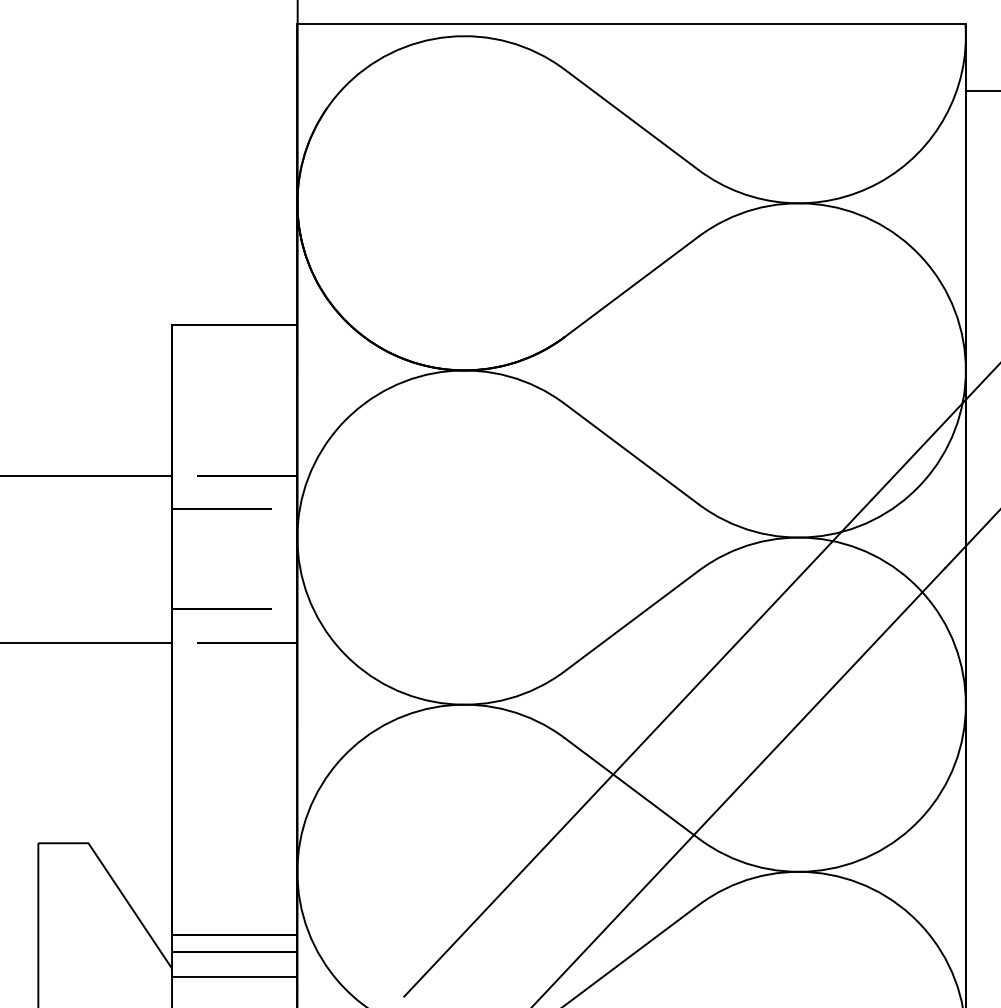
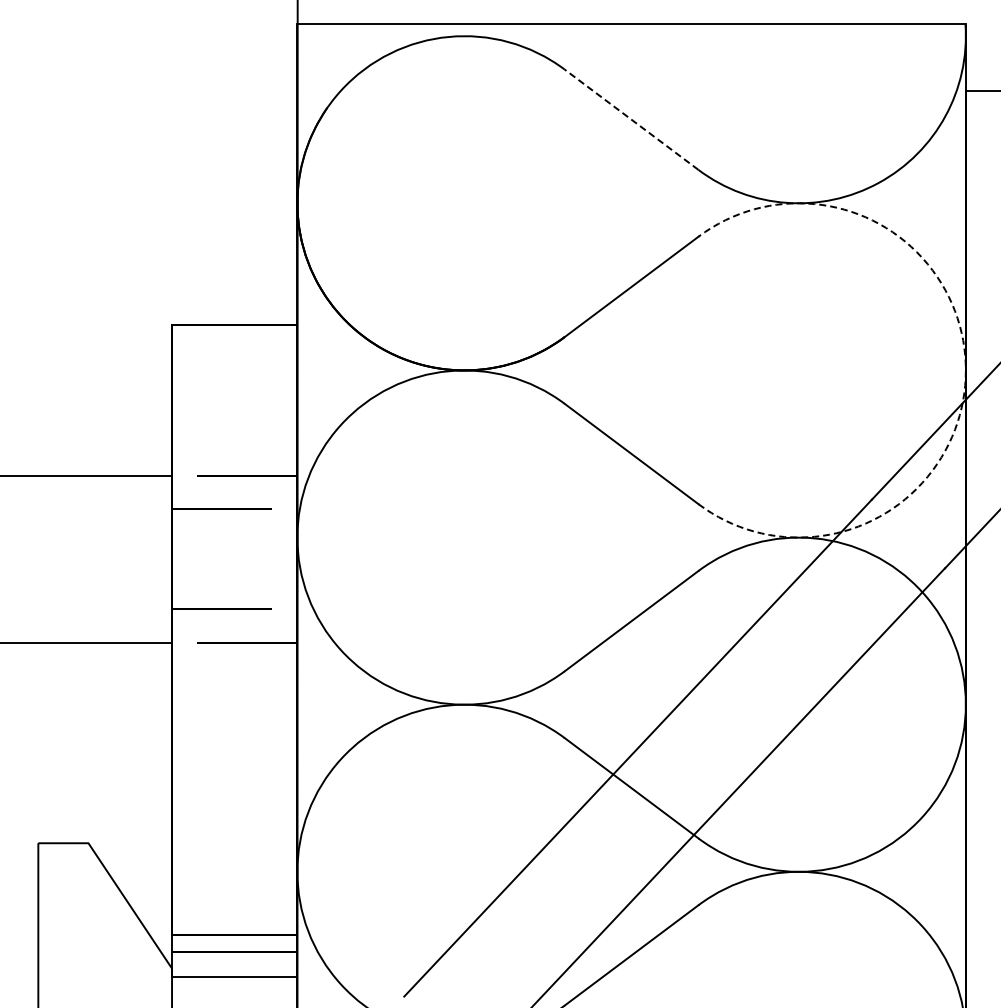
line at (631, 119): solid -> dashed
arc at (965, 370): solid -> dashed
